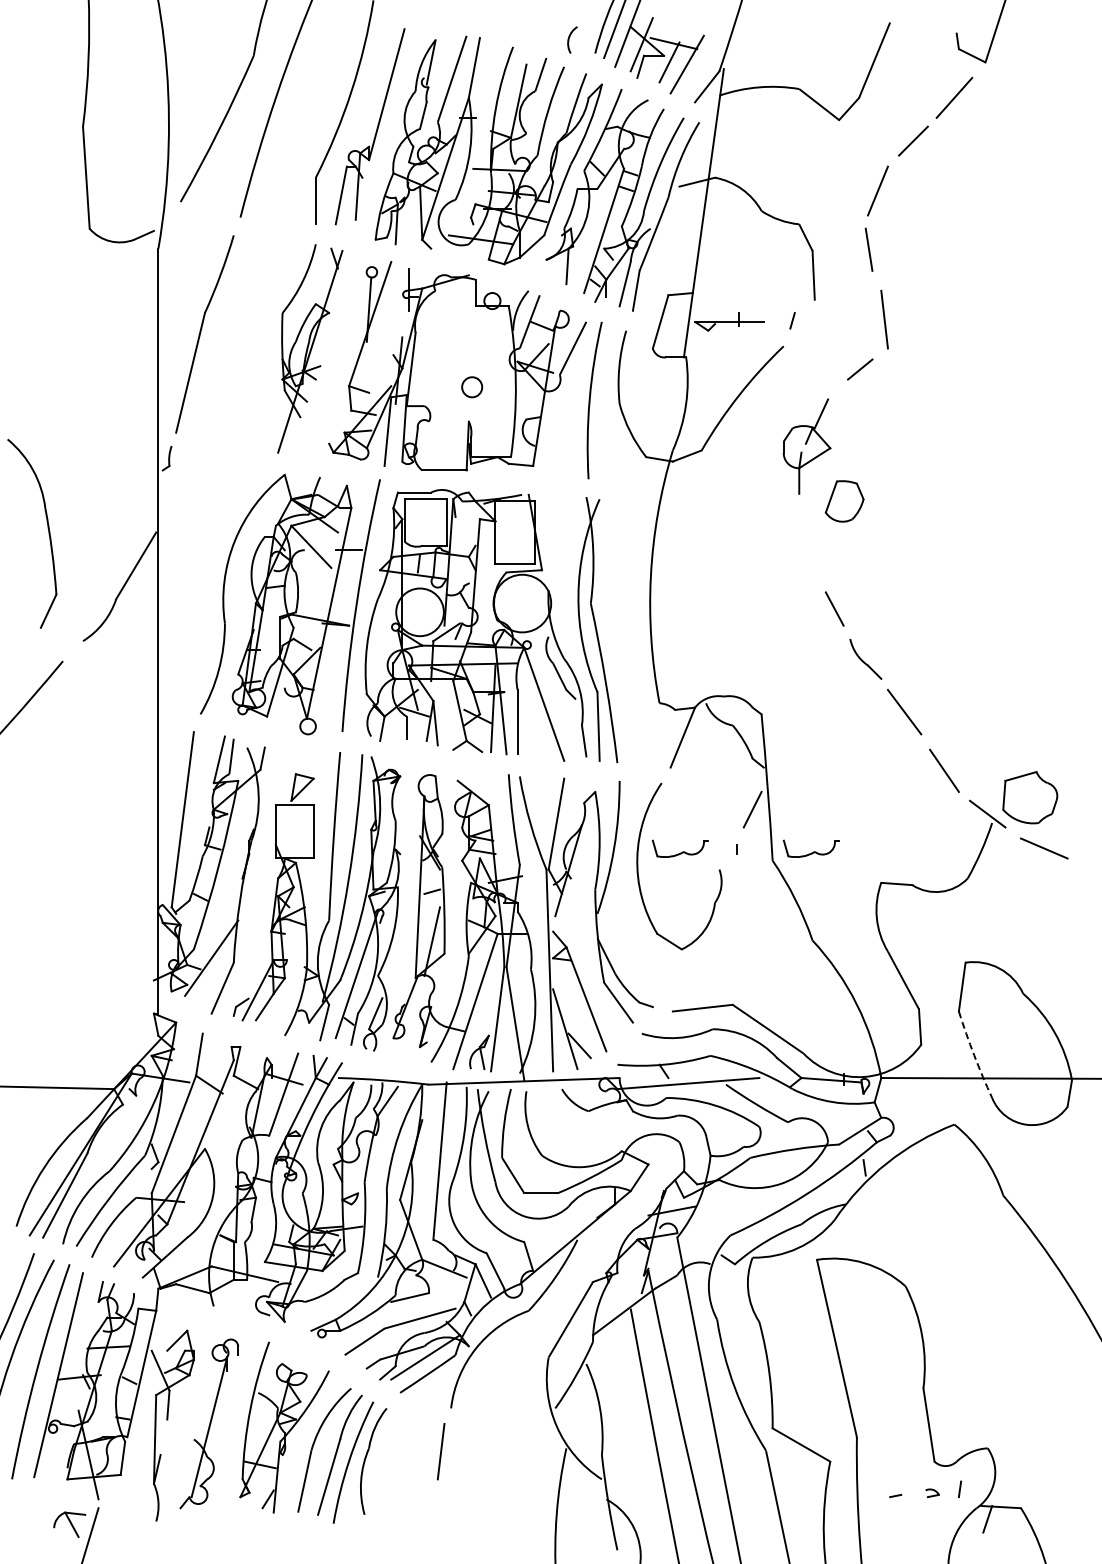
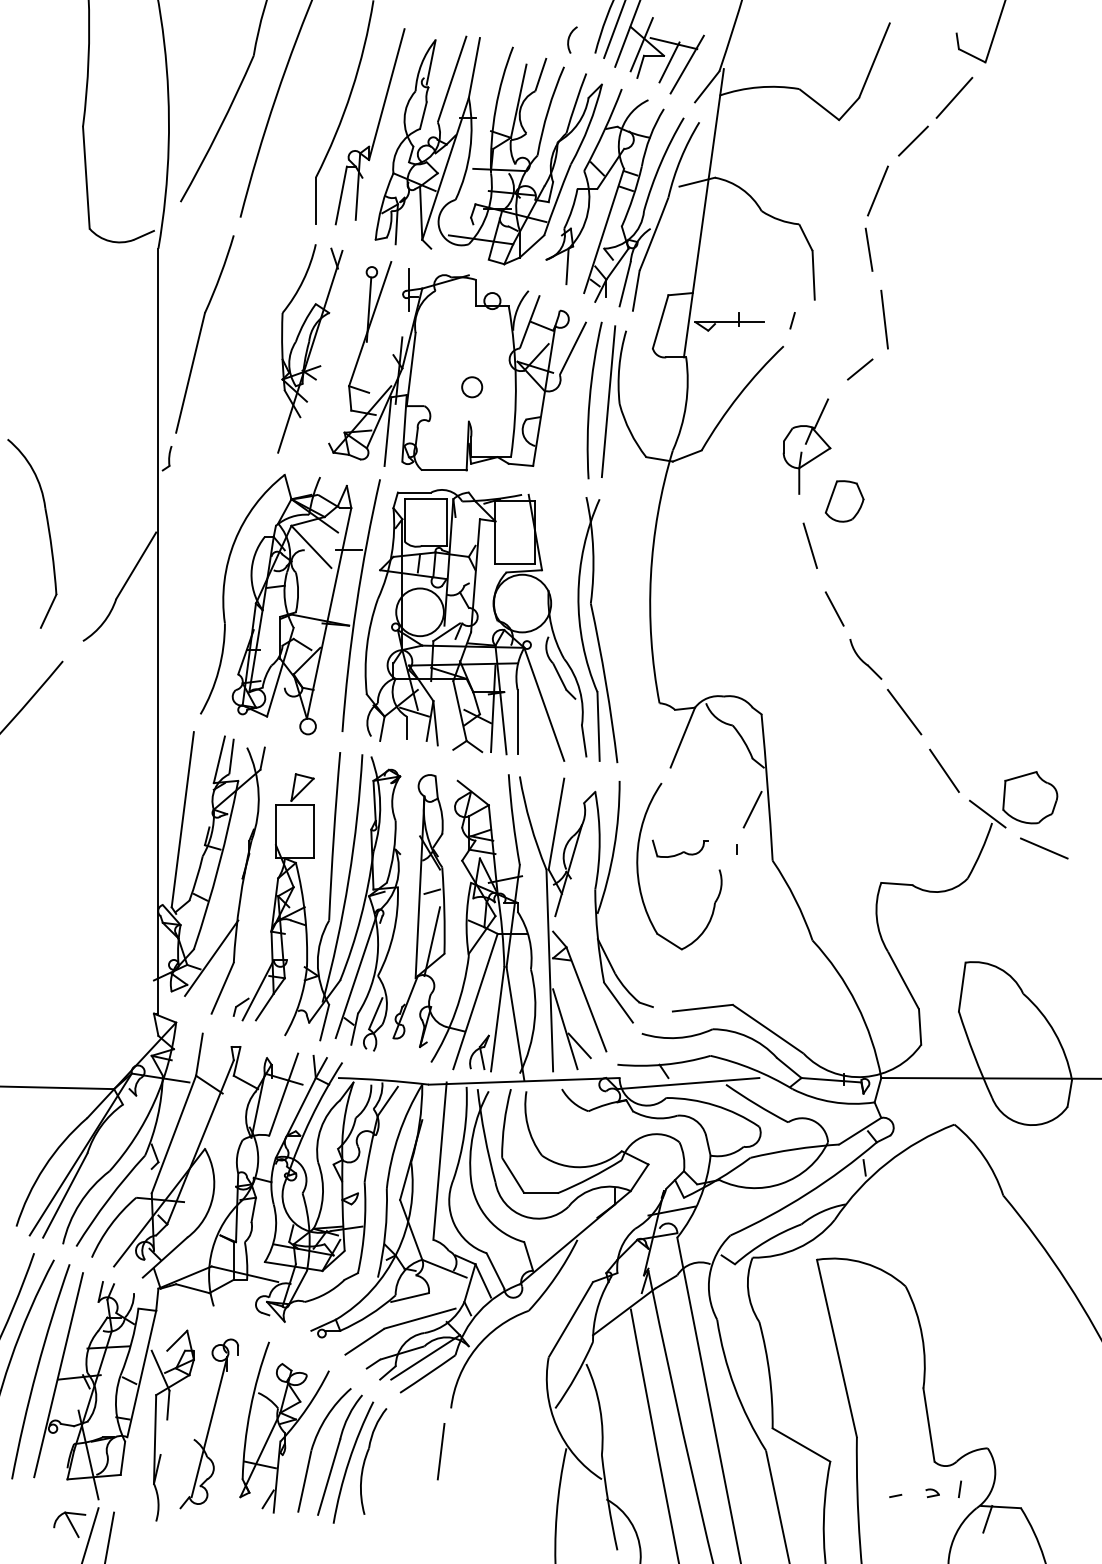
line at (608, 401): none -> present
line at (810, 545): none -> present
part at (810, 848): present -> none
arc at (974, 1055): dashed -> solid
line at (109, 1536): none -> present
